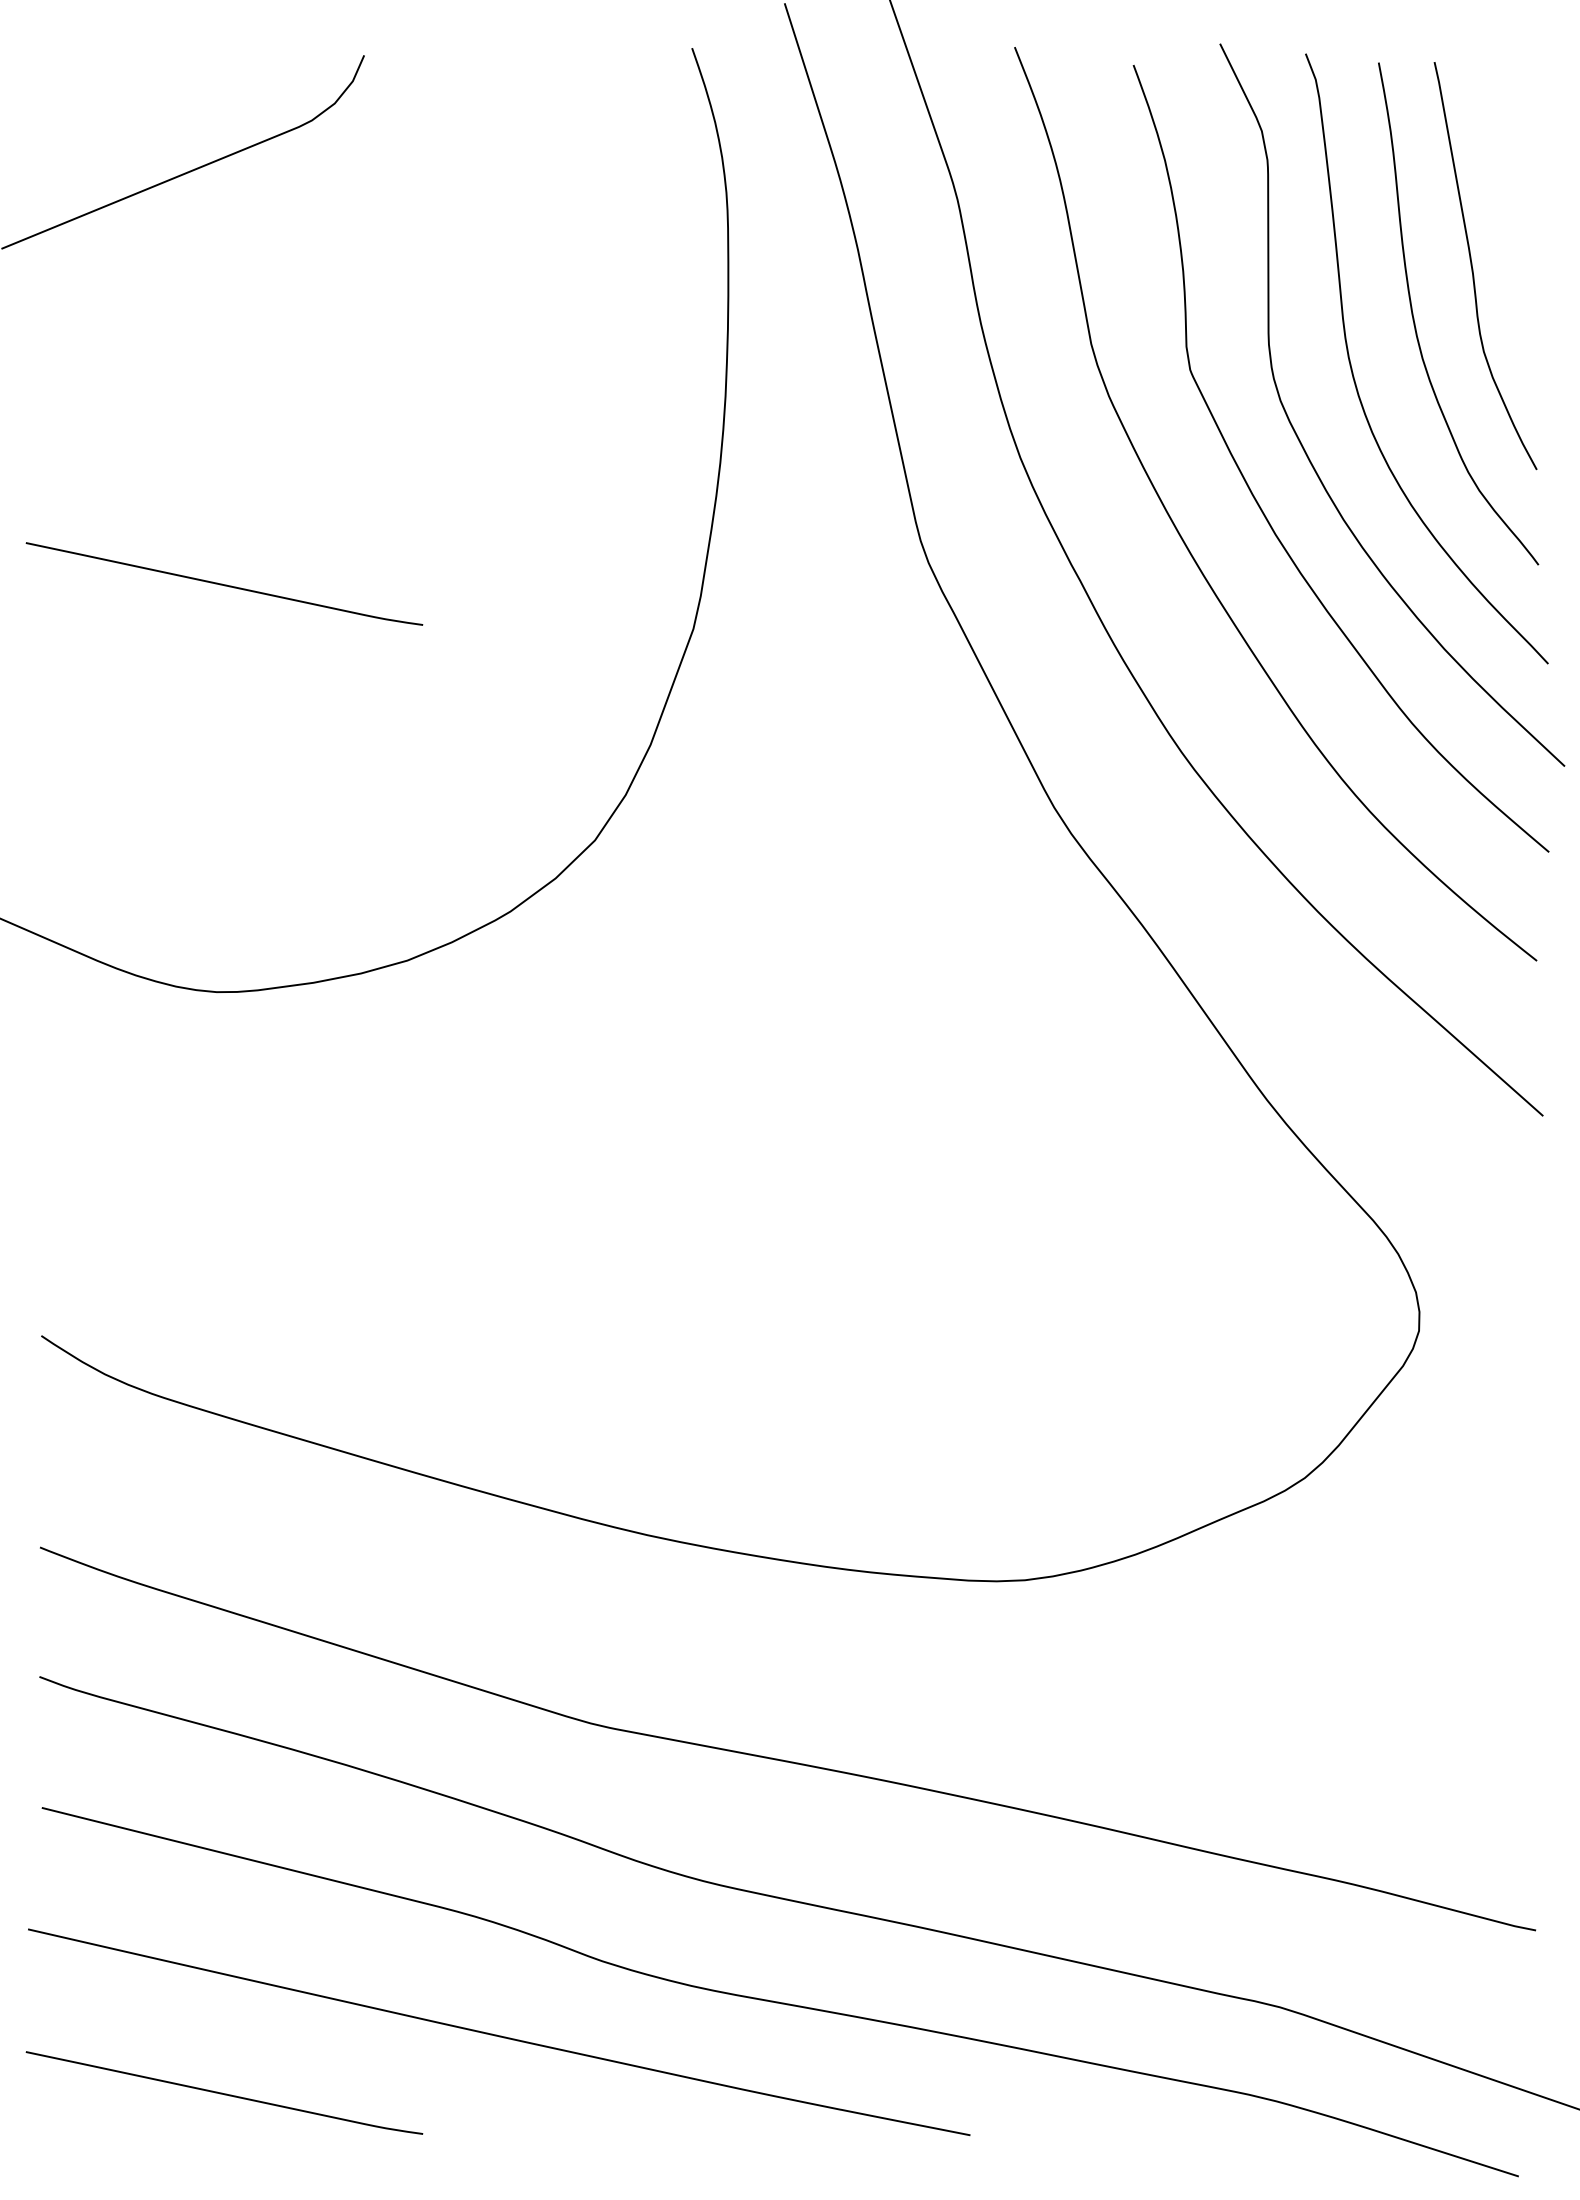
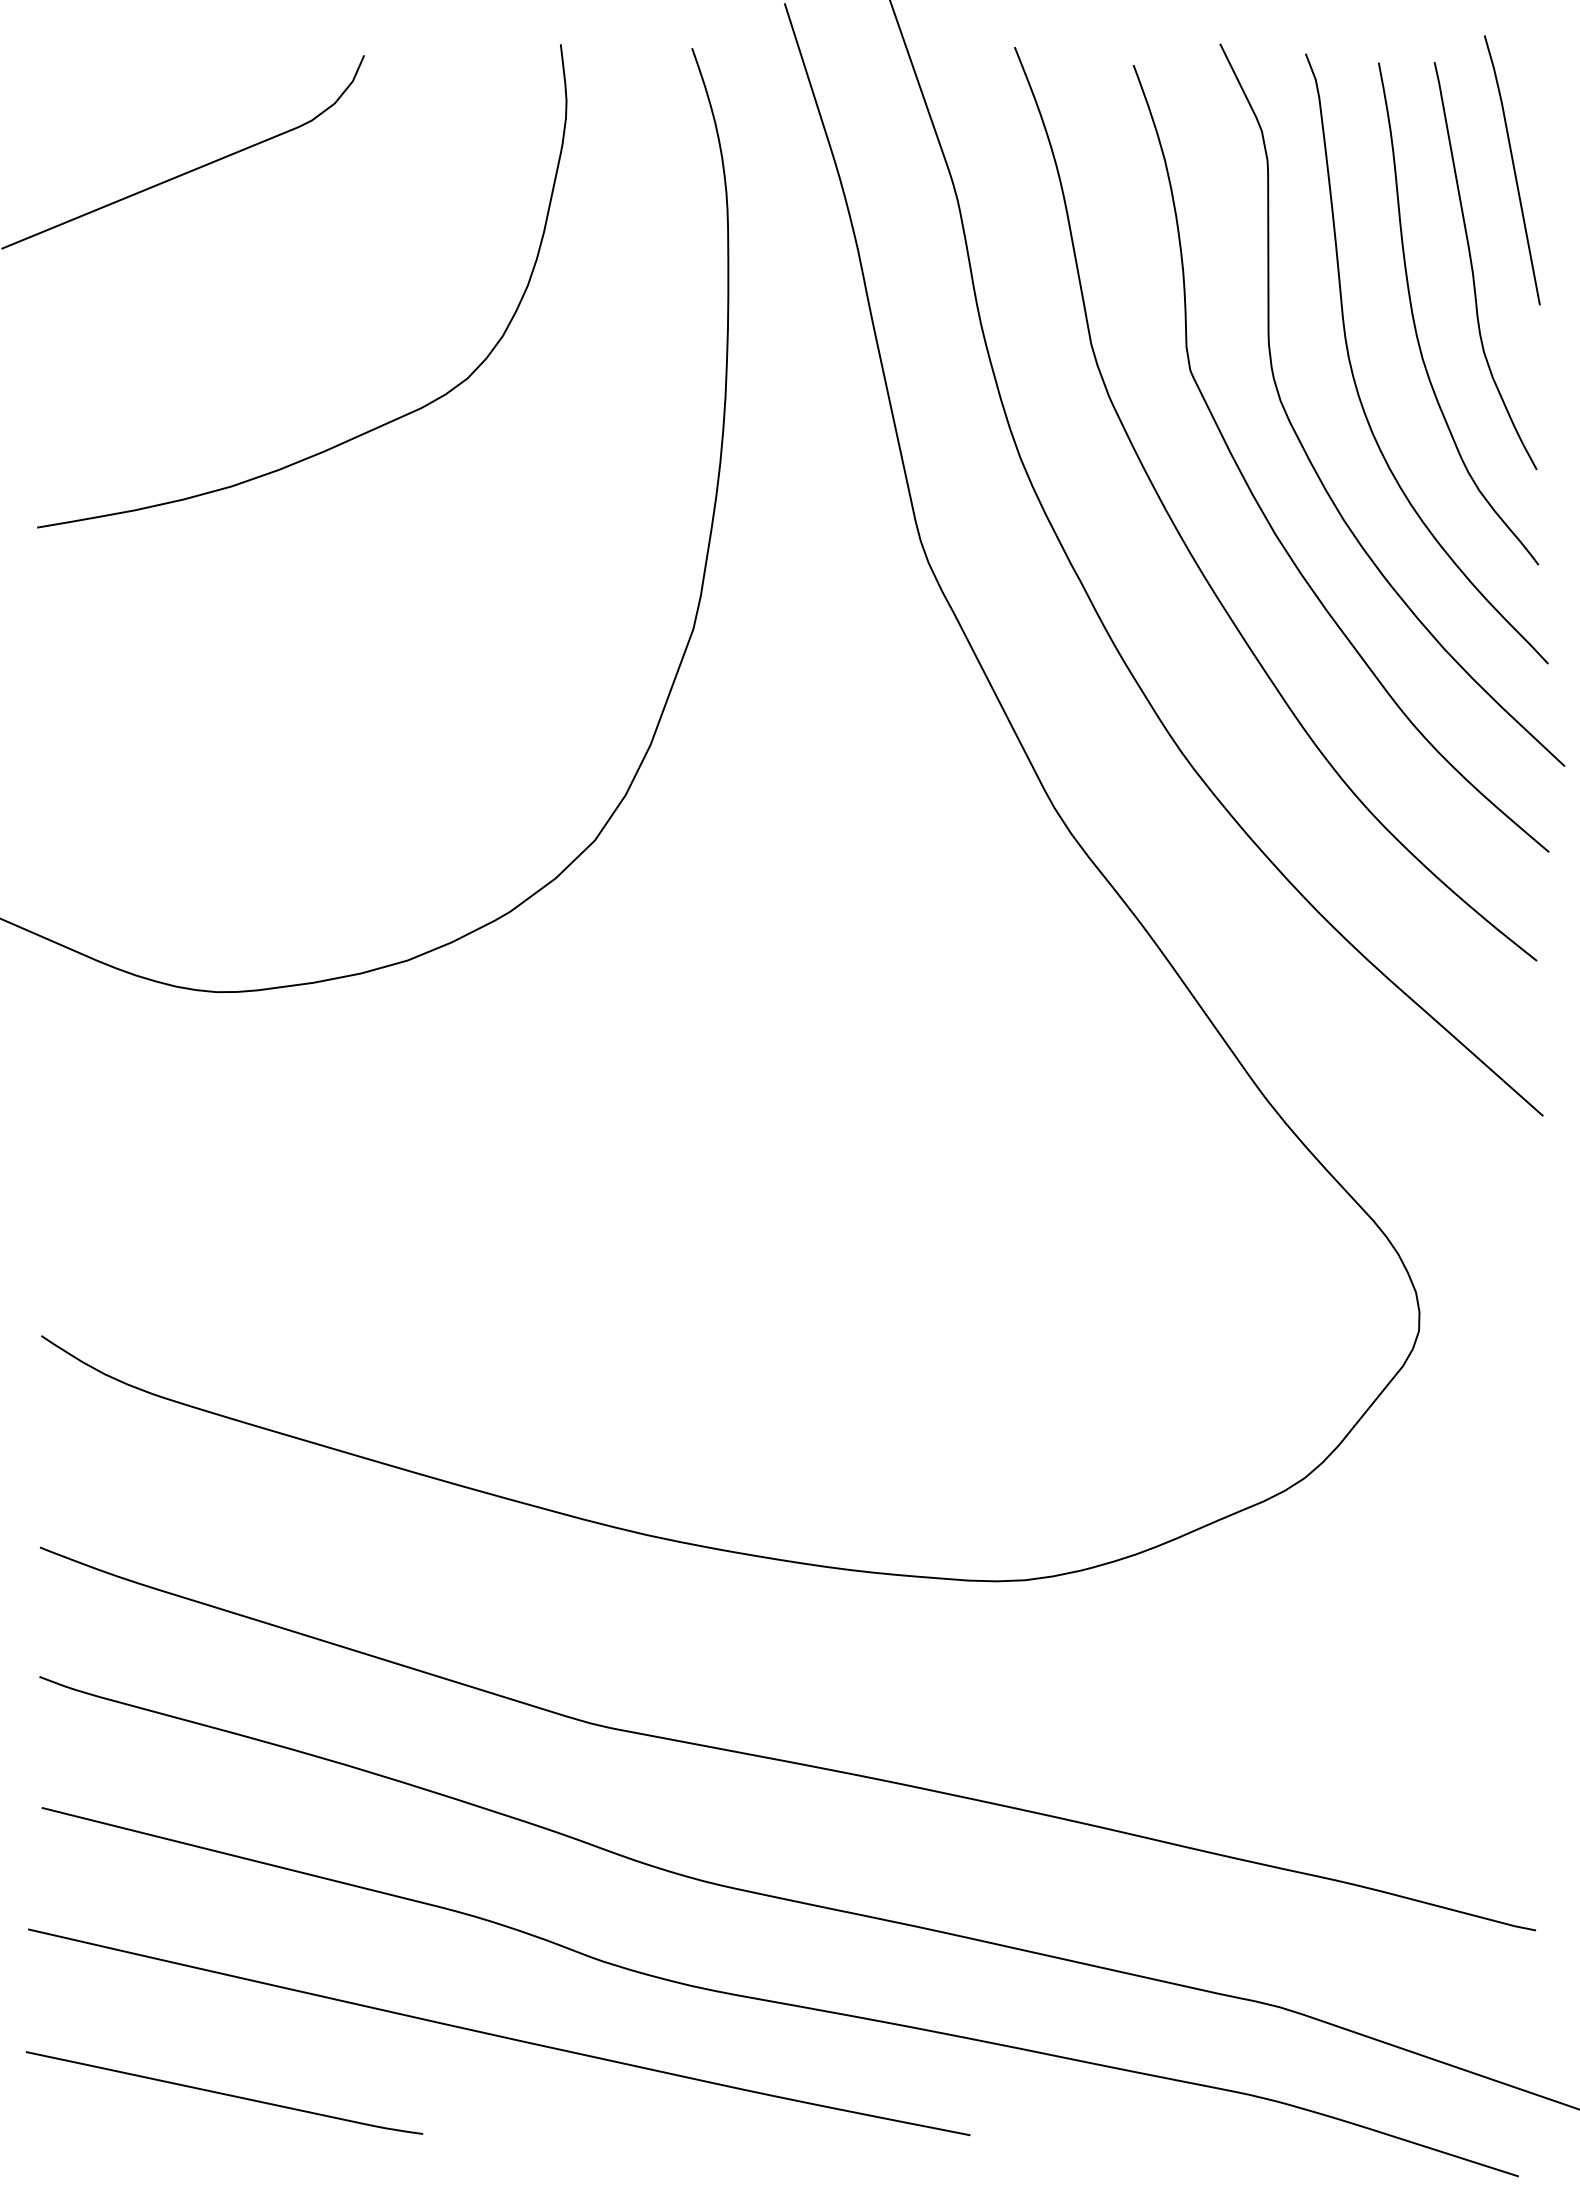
line at (1513, 170): none -> present
curve at (370, 429): none -> present
curve at (224, 584): present -> none
